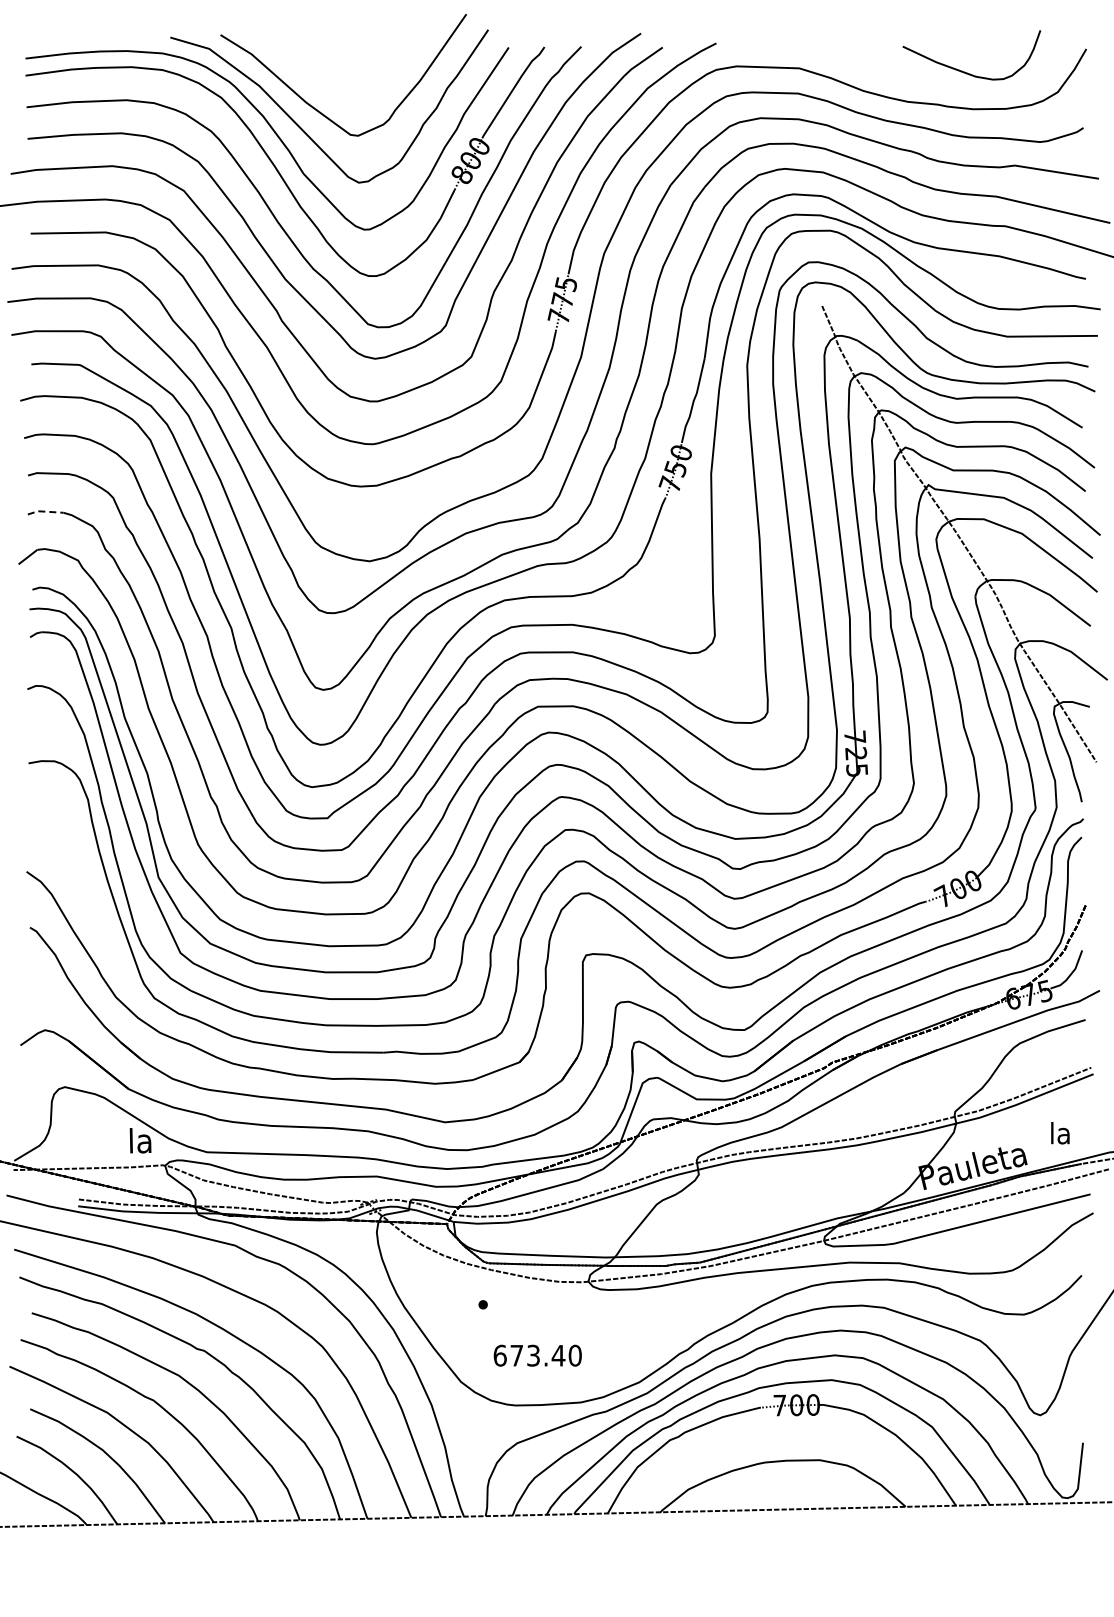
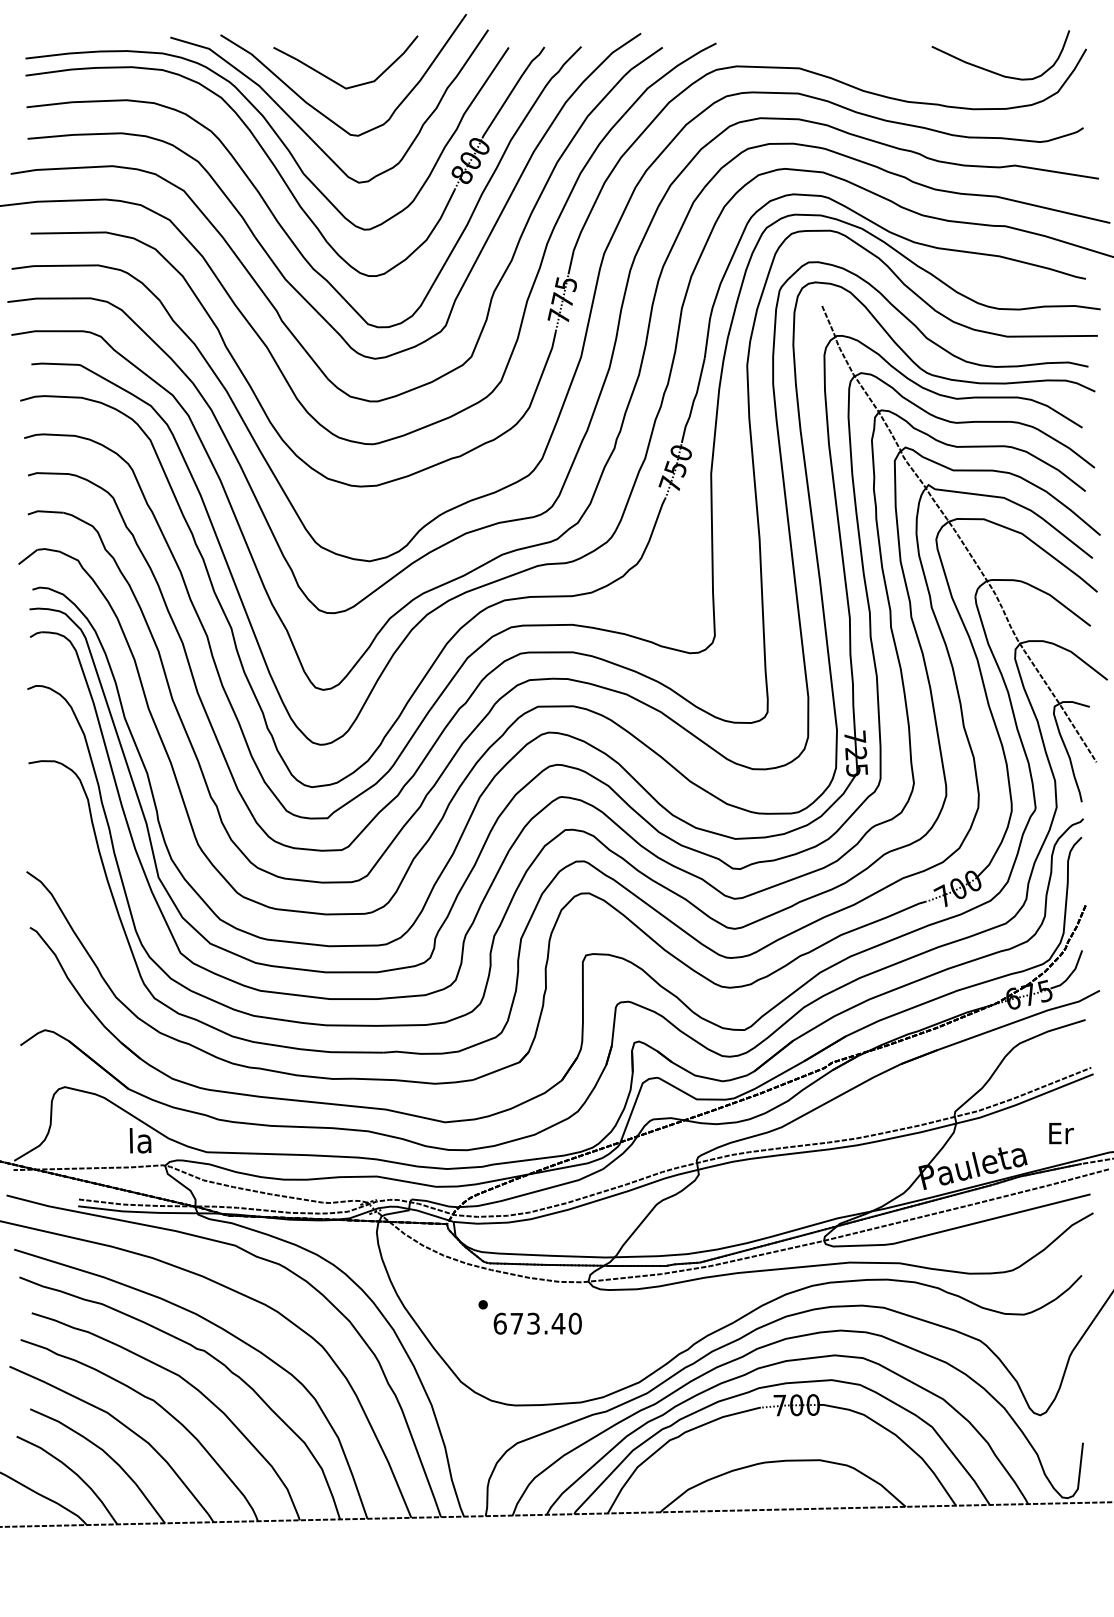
curve at (964, 71) position: (964, 71) -> (993, 71)
curve at (336, 81): none -> present
line at (44, 511): dashed -> solid
text at (1061, 1133): la -> Er
text at (537, 1355) position: (537, 1355) -> (537, 1323)
